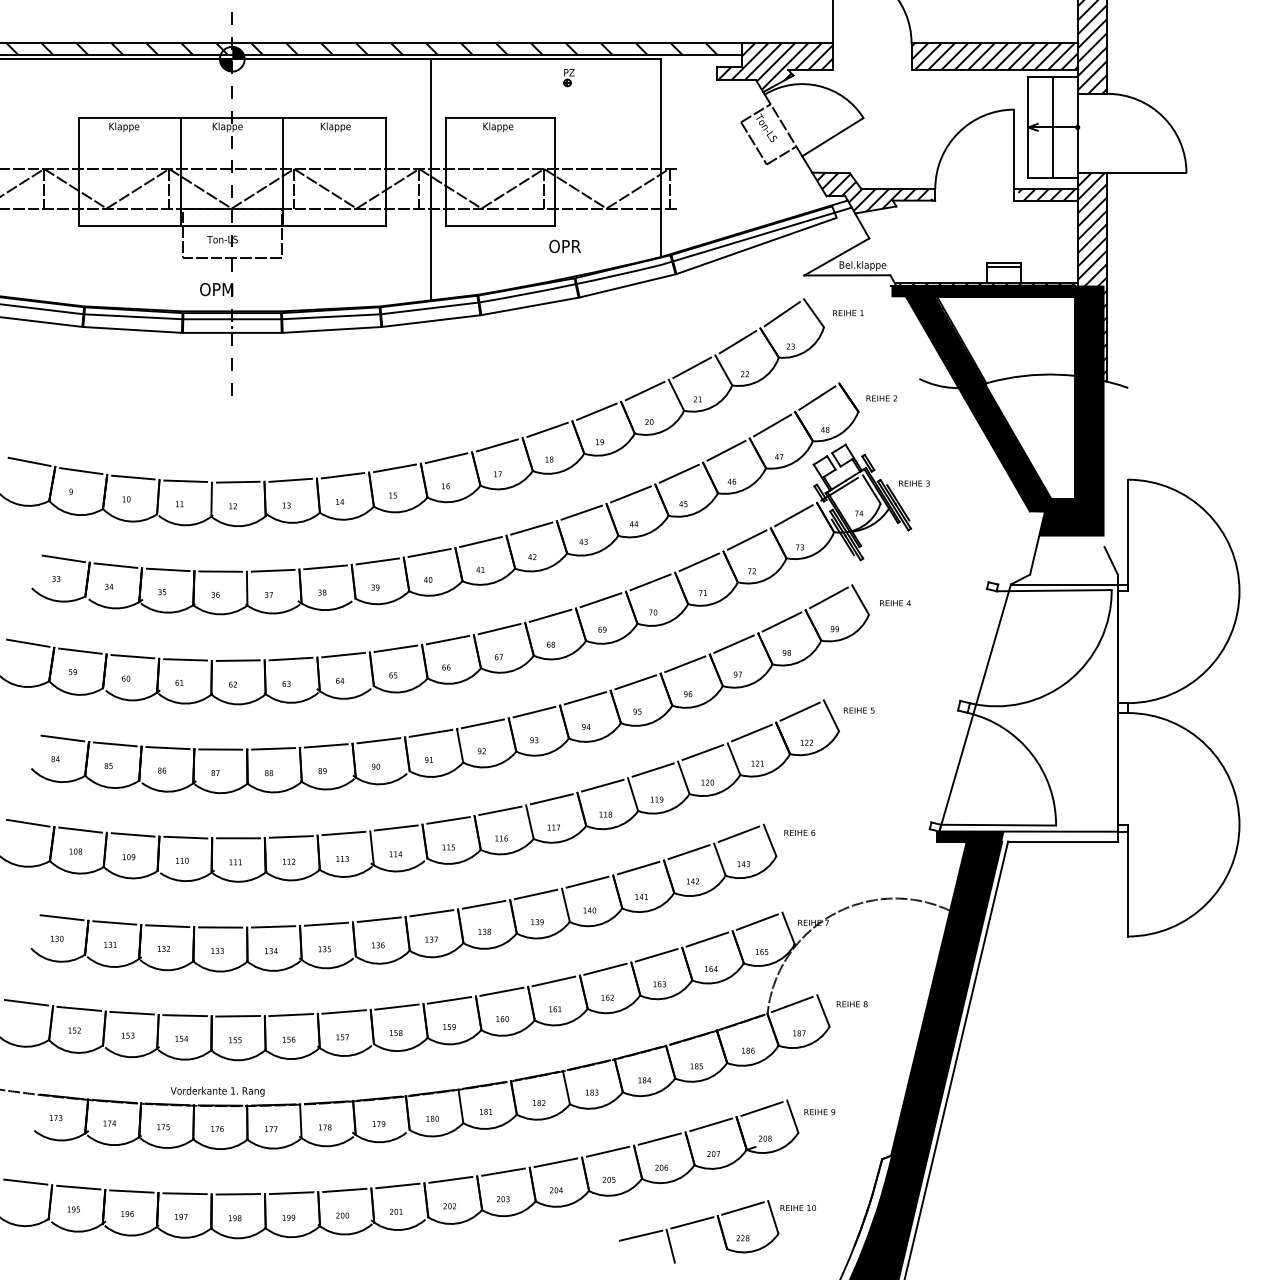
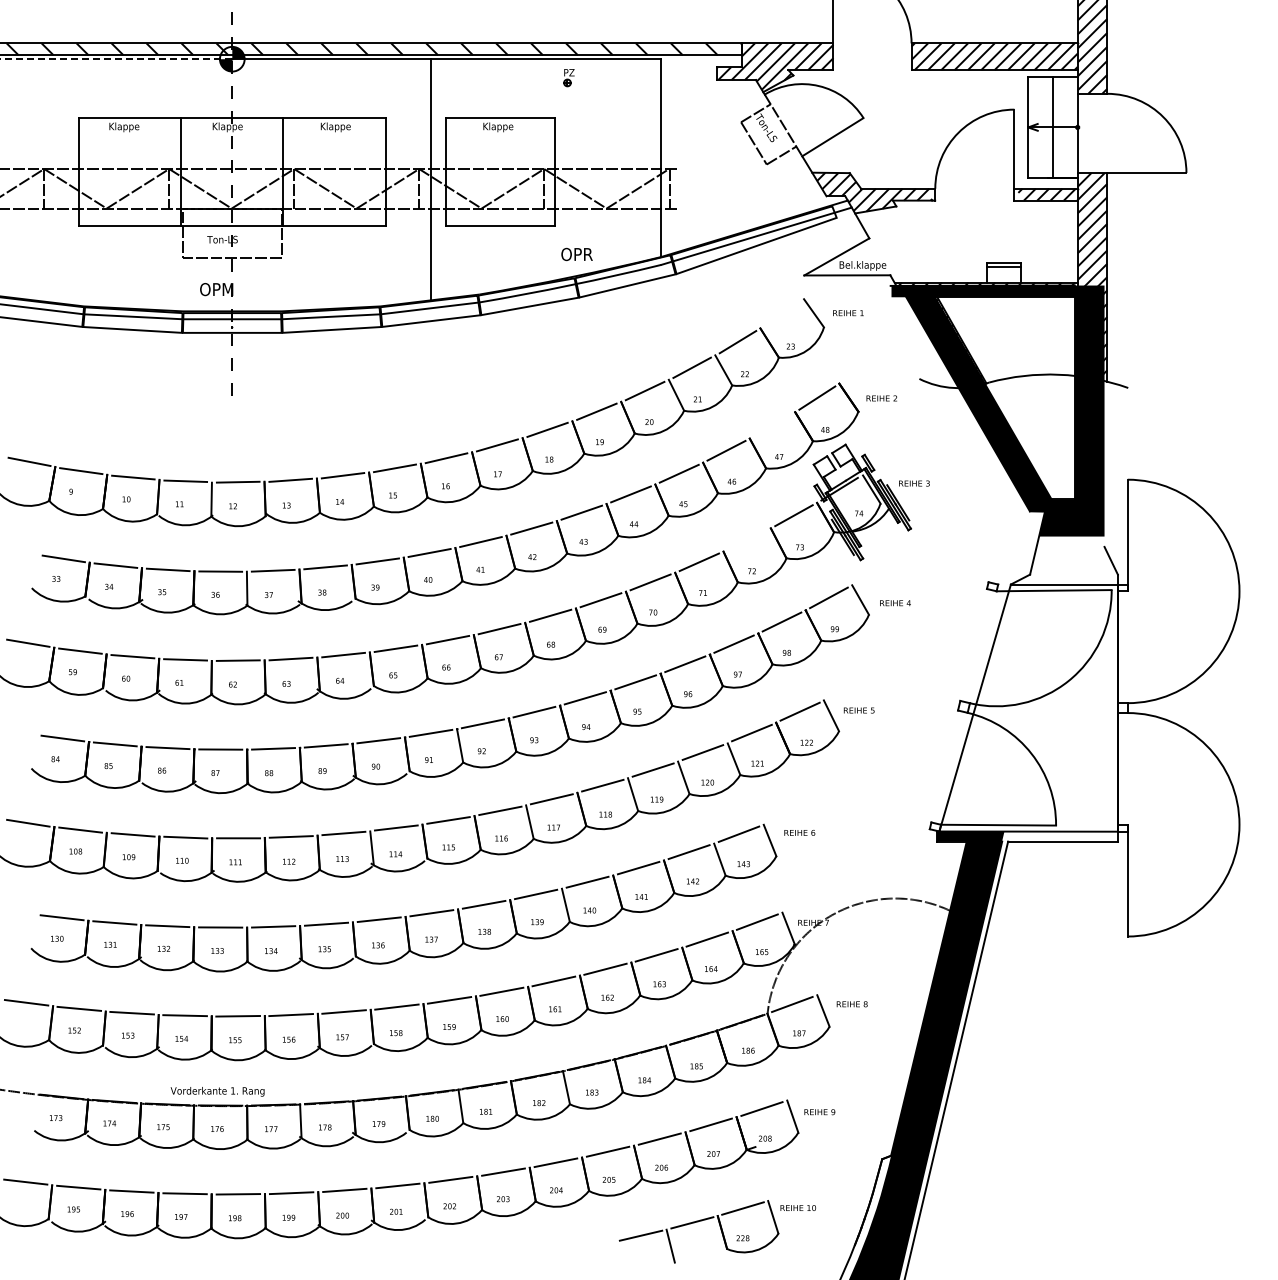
line at (116, 59): solid -> dashed
text at (564, 246) position: (564, 246) -> (576, 254)
line at (781, 314): present -> none
line at (772, 425): present -> none
line at (747, 539): present -> none
